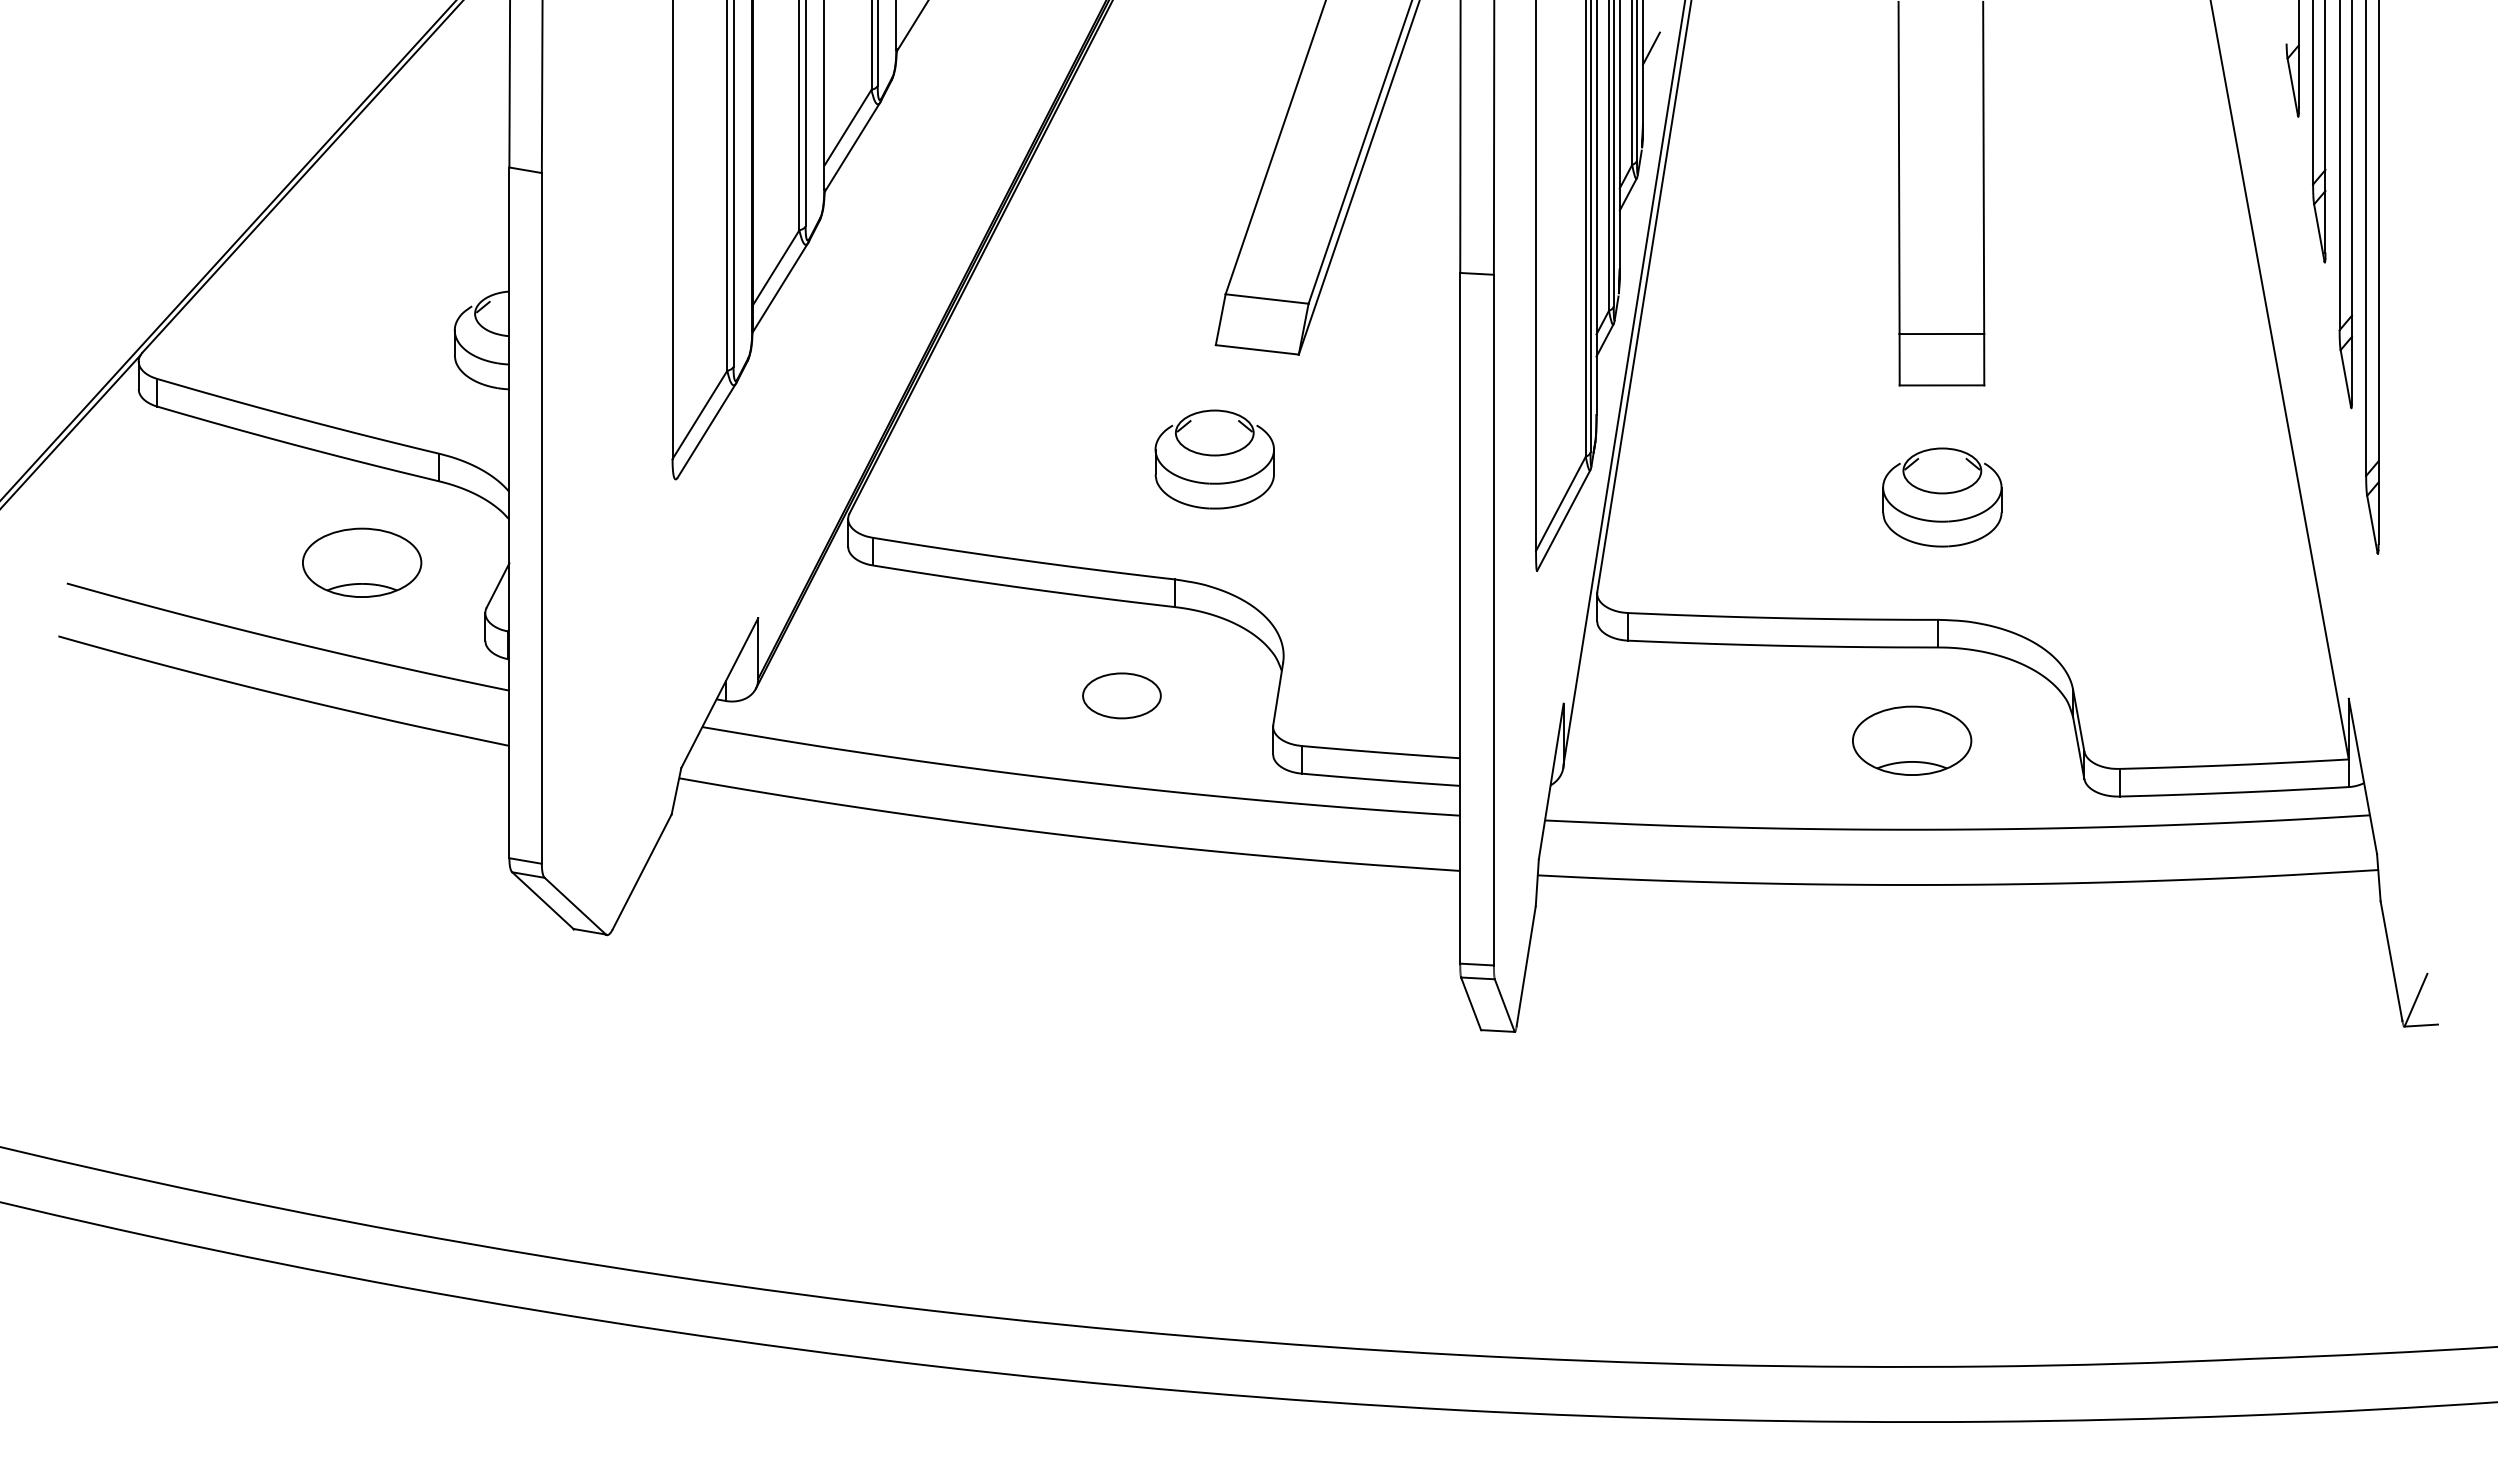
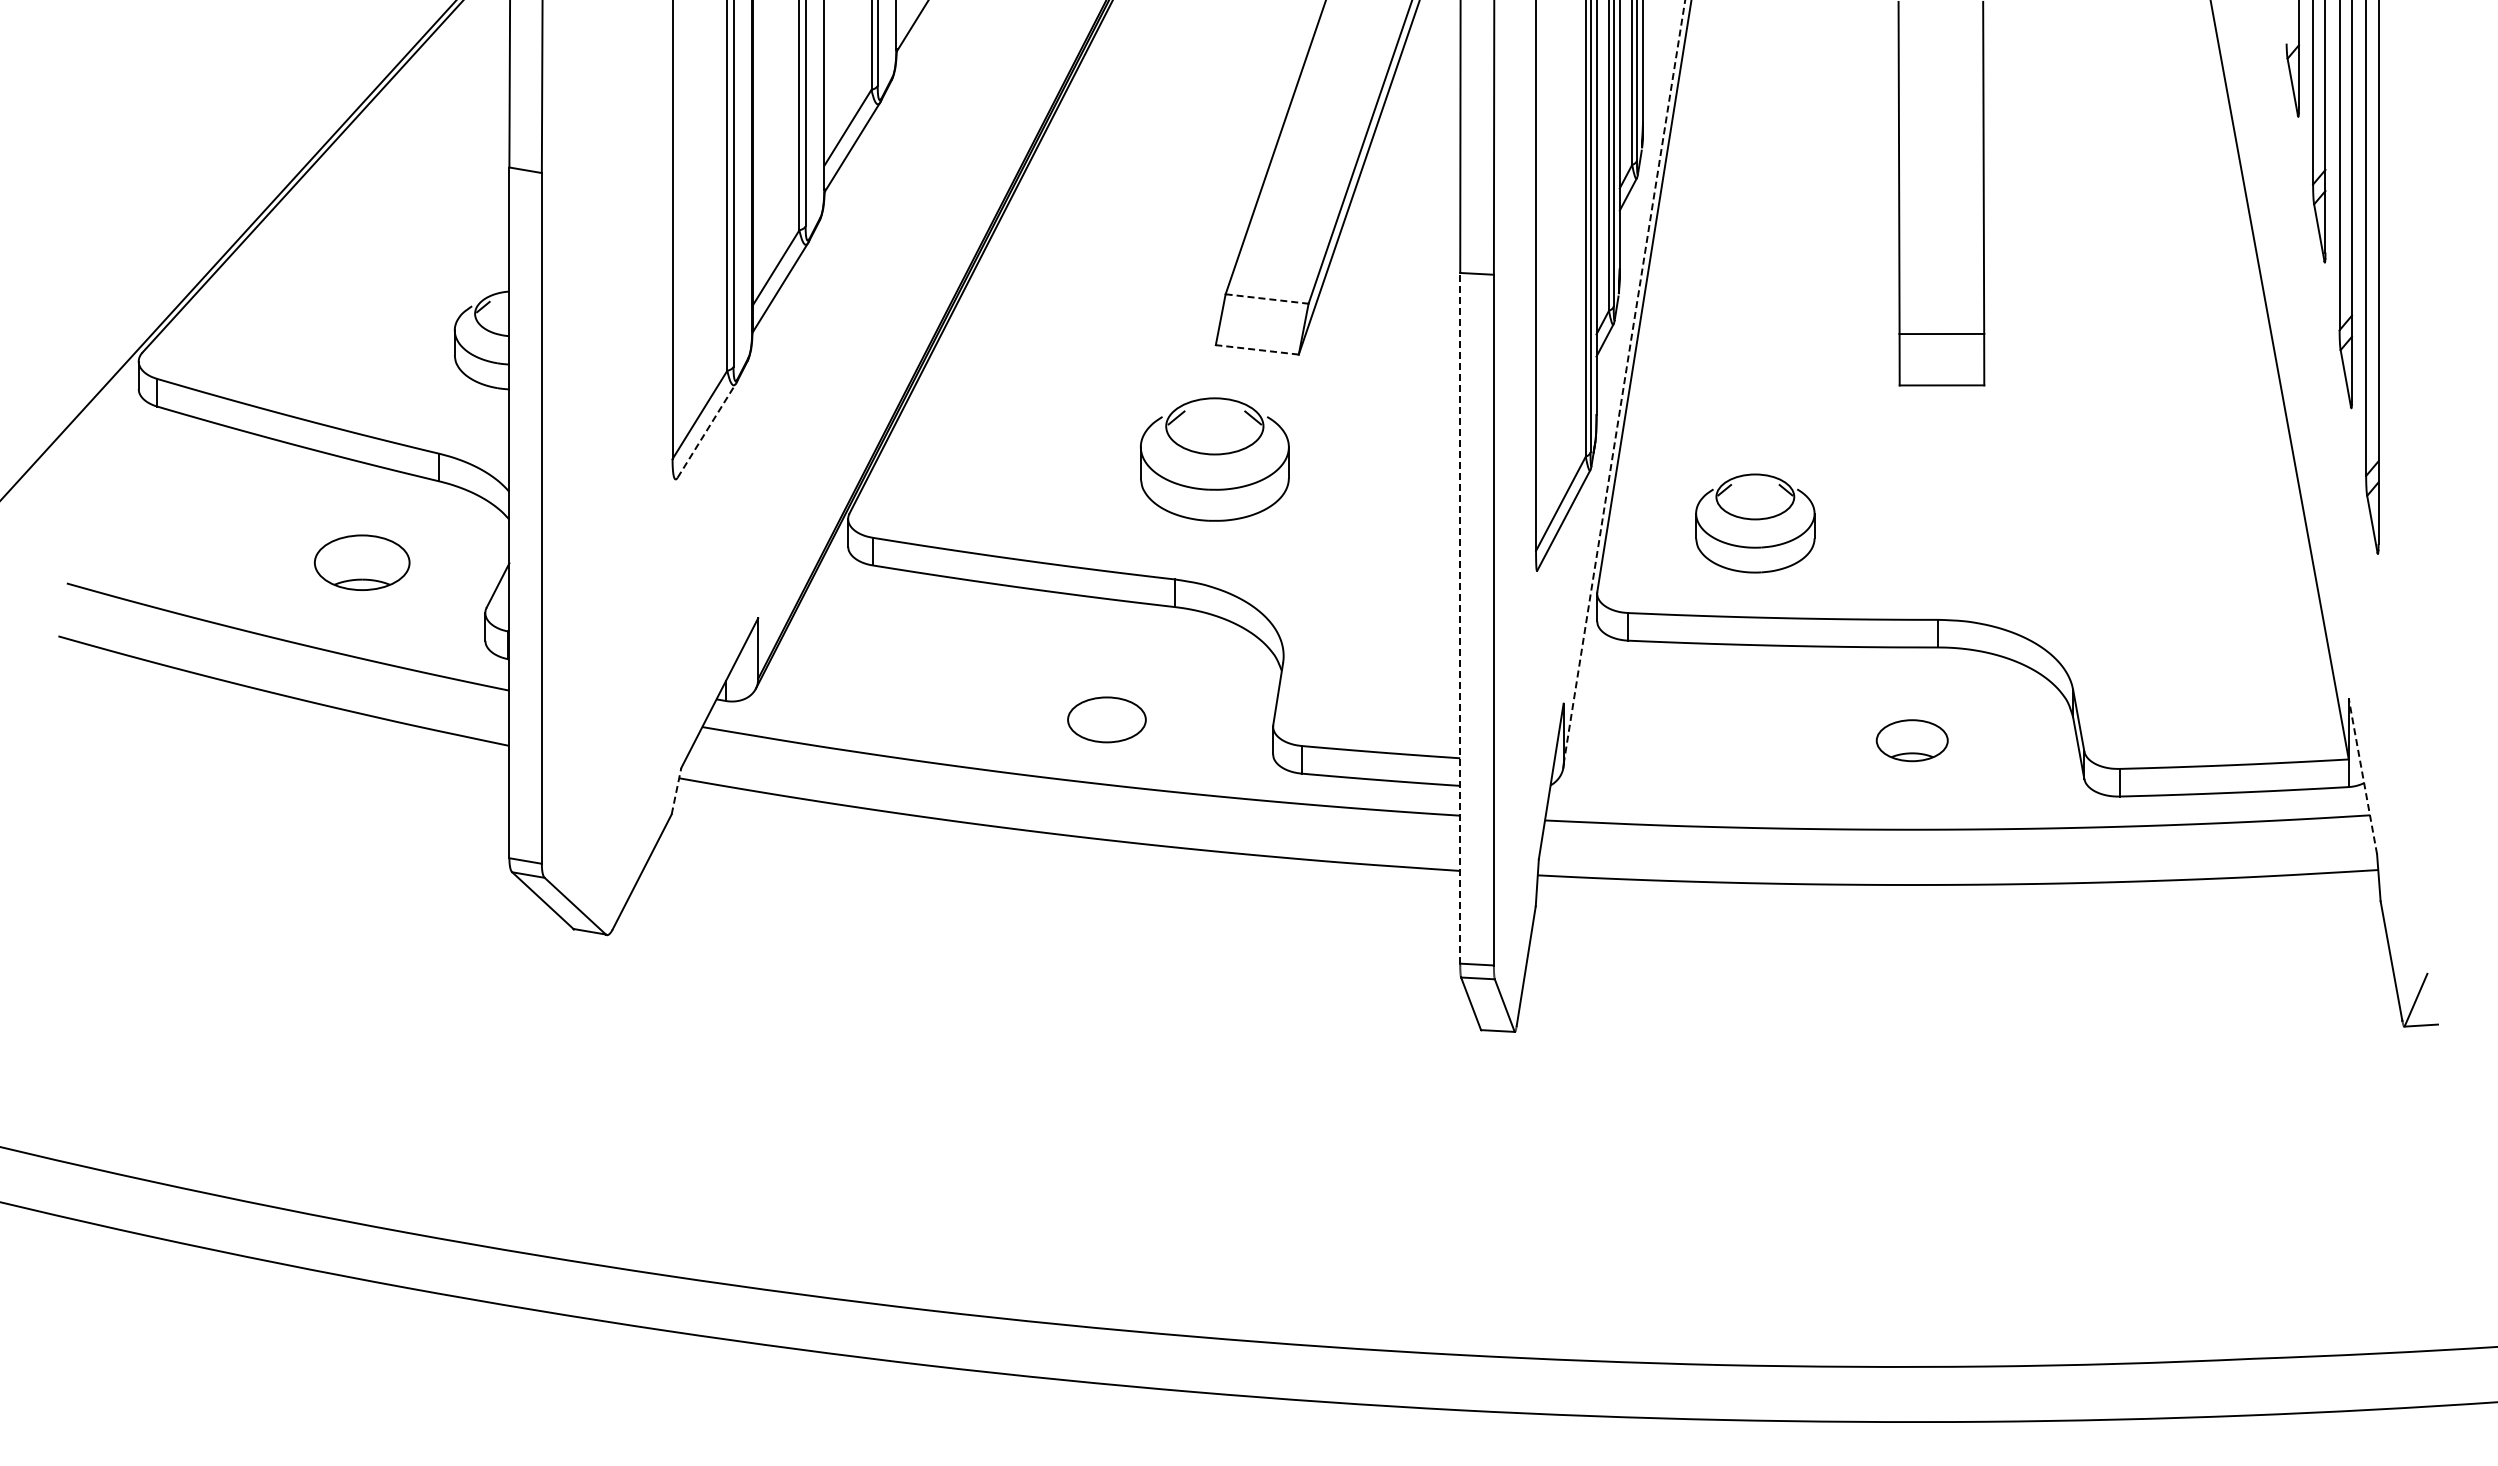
line at (1651, 48): present -> none
line at (1267, 299): solid -> dashed
line at (1257, 349): solid -> dashed
line at (1624, 382): solid -> dashed
line at (71, 430): present -> none
line at (707, 430): solid -> dashed
part at (1214, 459) size: 121x101 px -> 150x125 px
part at (1942, 497) position: (1942, 497) -> (1755, 523)
part at (362, 562) size: 121x71 px -> 97x57 px
line at (1460, 617): solid -> dashed
part at (1121, 695) position: (1121, 695) -> (1106, 719)
part at (1912, 740) size: 121x71 px -> 74x44 px
line at (2362, 775): solid -> dashed
line at (676, 791): solid -> dashed
